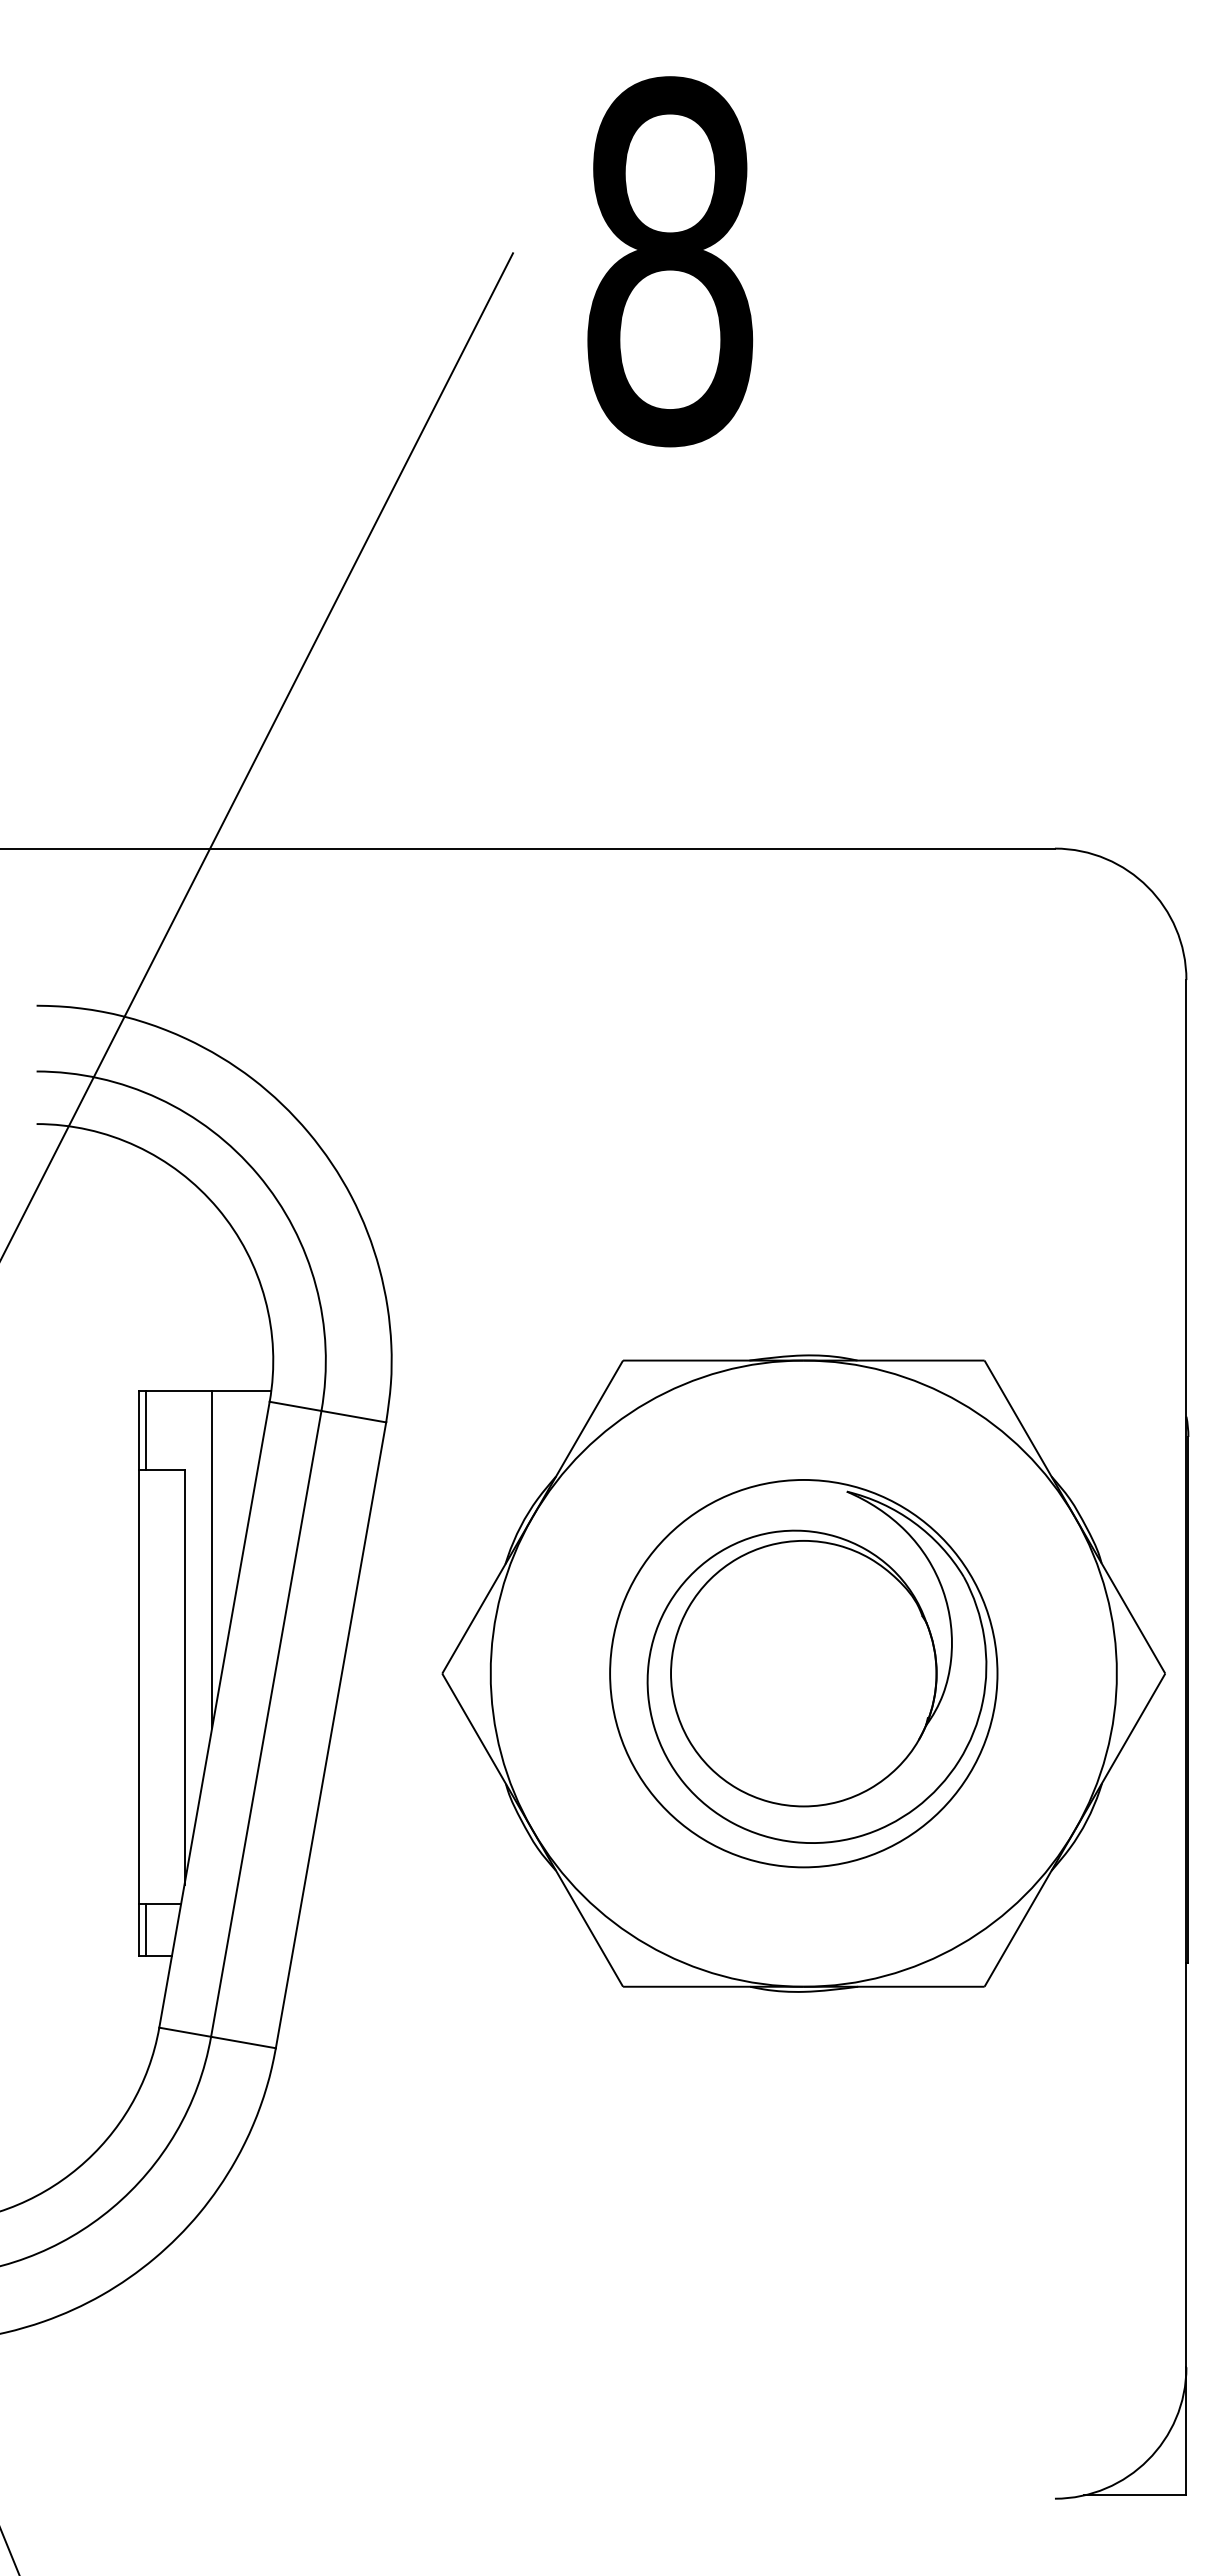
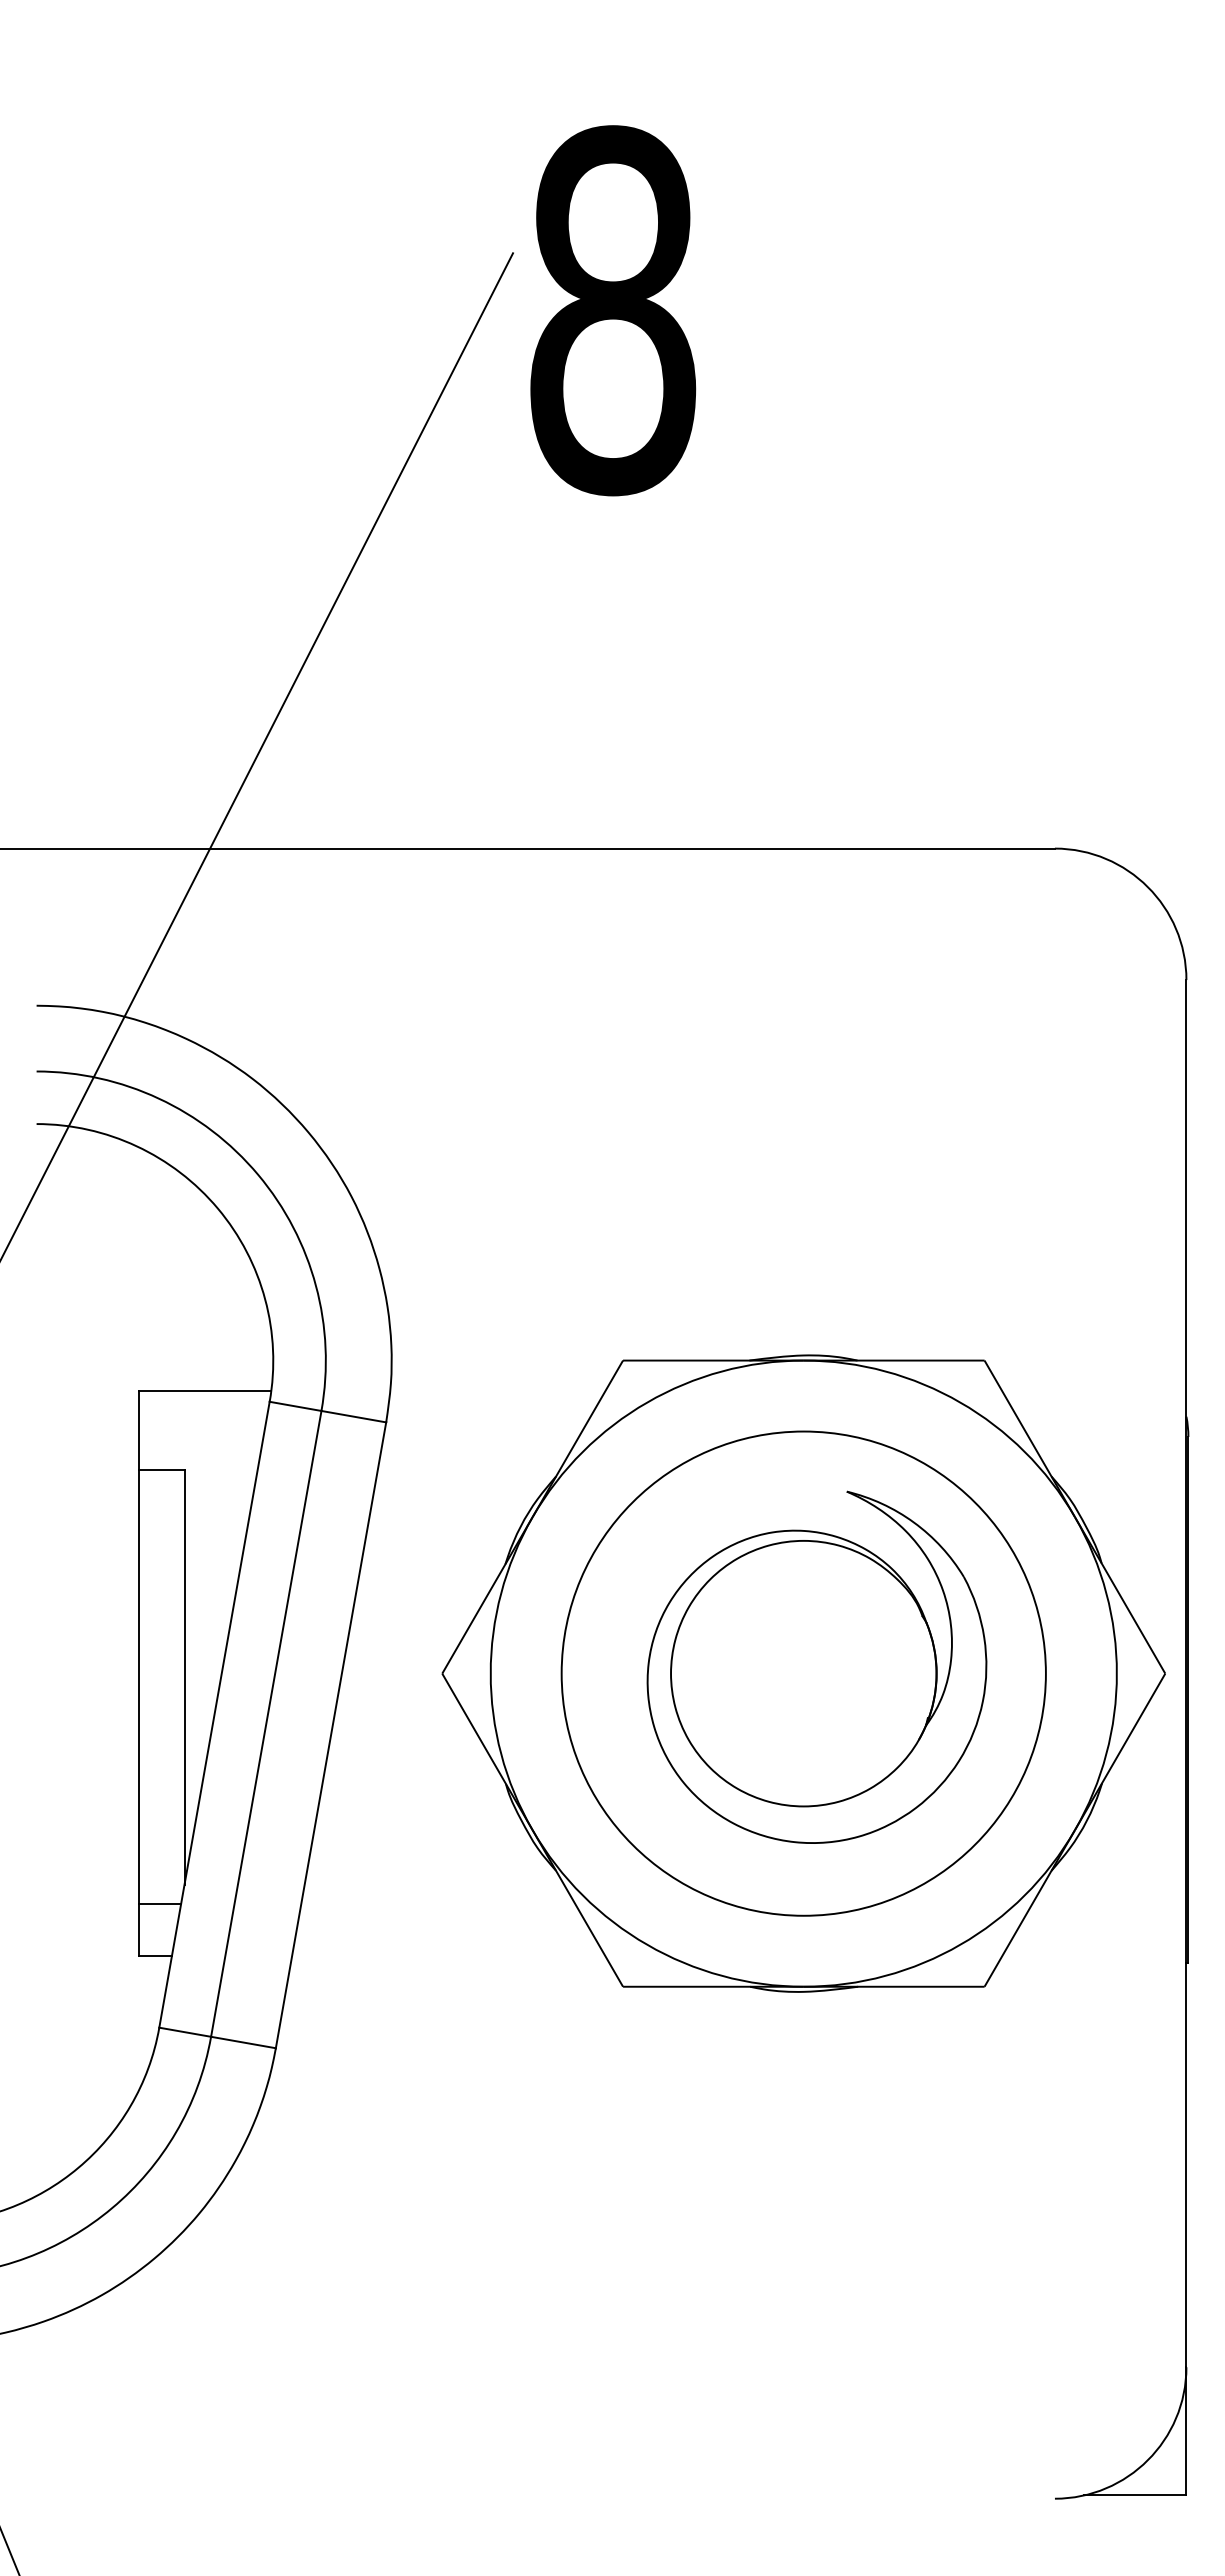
text at (670, 261) position: (670, 261) -> (613, 310)
line at (146, 1429): present -> none
line at (212, 1559): present -> none
circle at (803, 1673) diameter: 387 px -> 484 px
line at (146, 1929): present -> none
